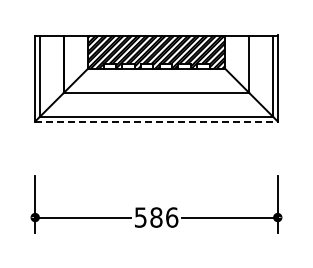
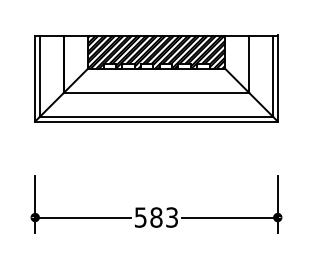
line at (156, 121): dashed -> solid
text at (172, 217): 586 -> 583
